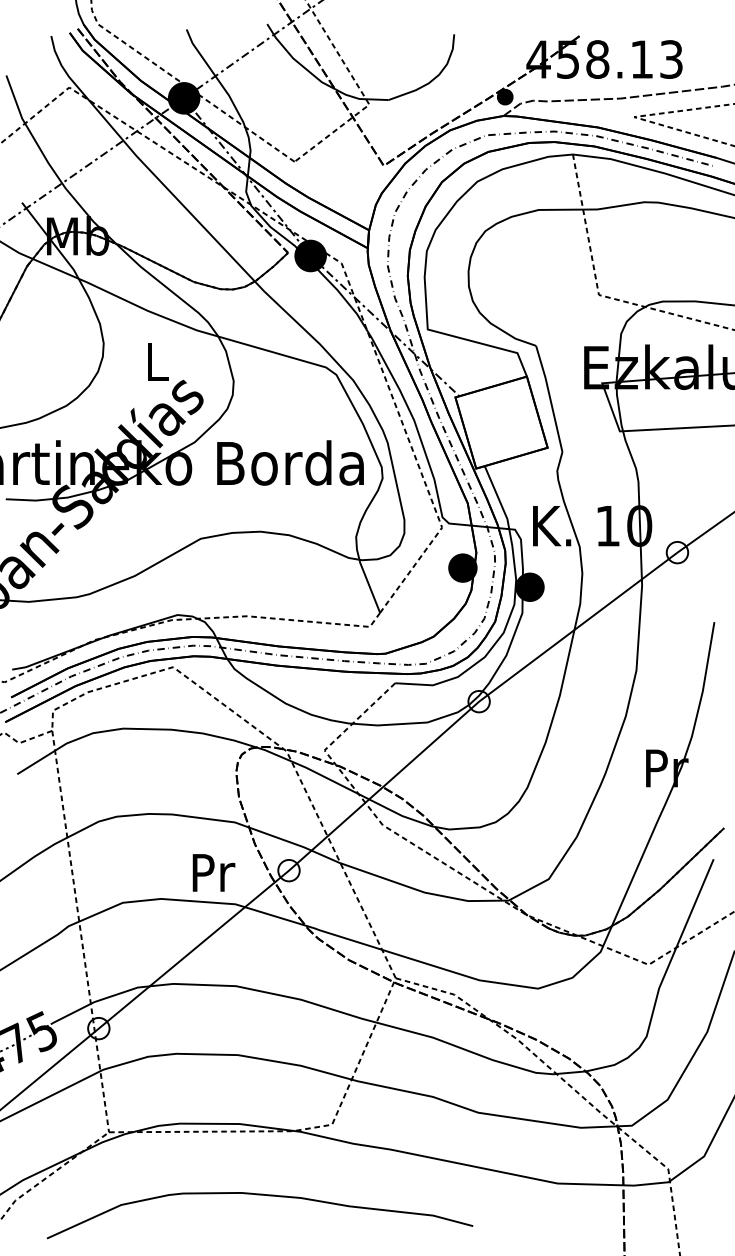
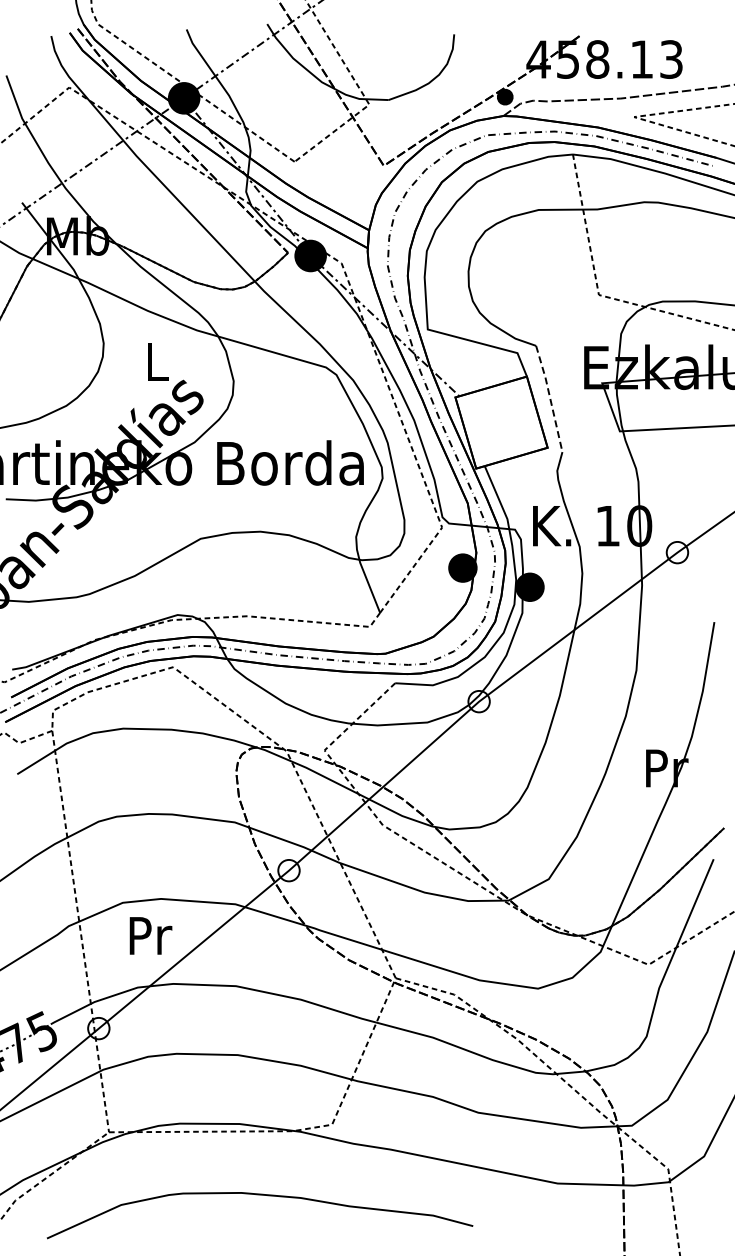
line at (550, 398): solid -> dashed
text at (213, 872) position: (213, 872) -> (150, 935)
